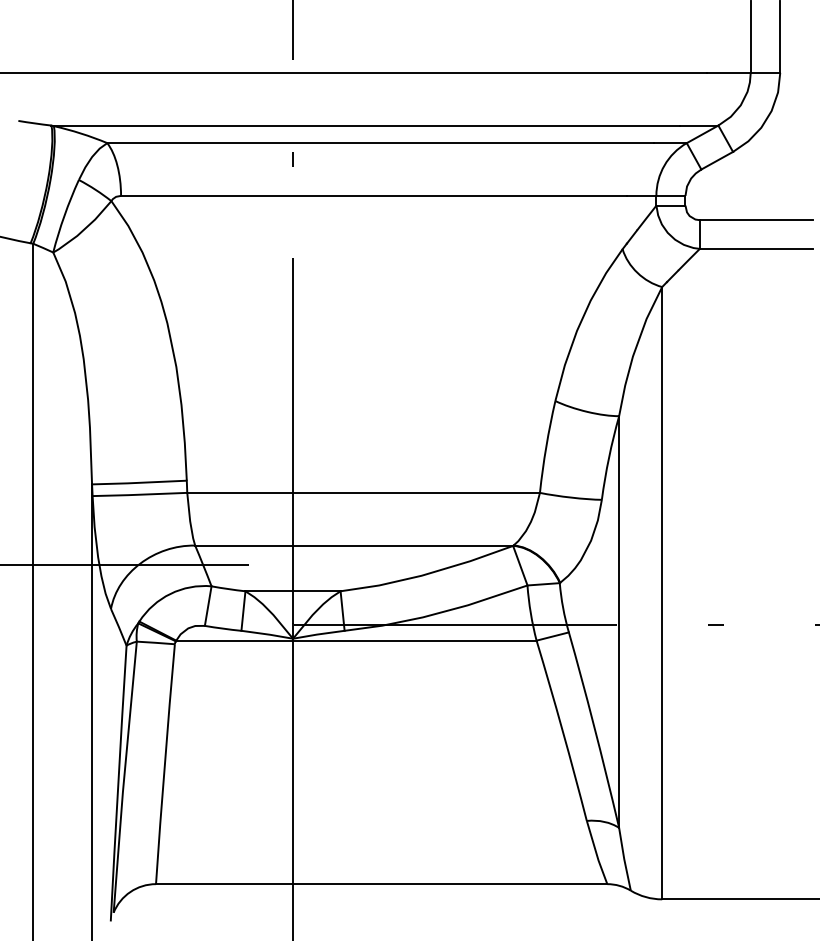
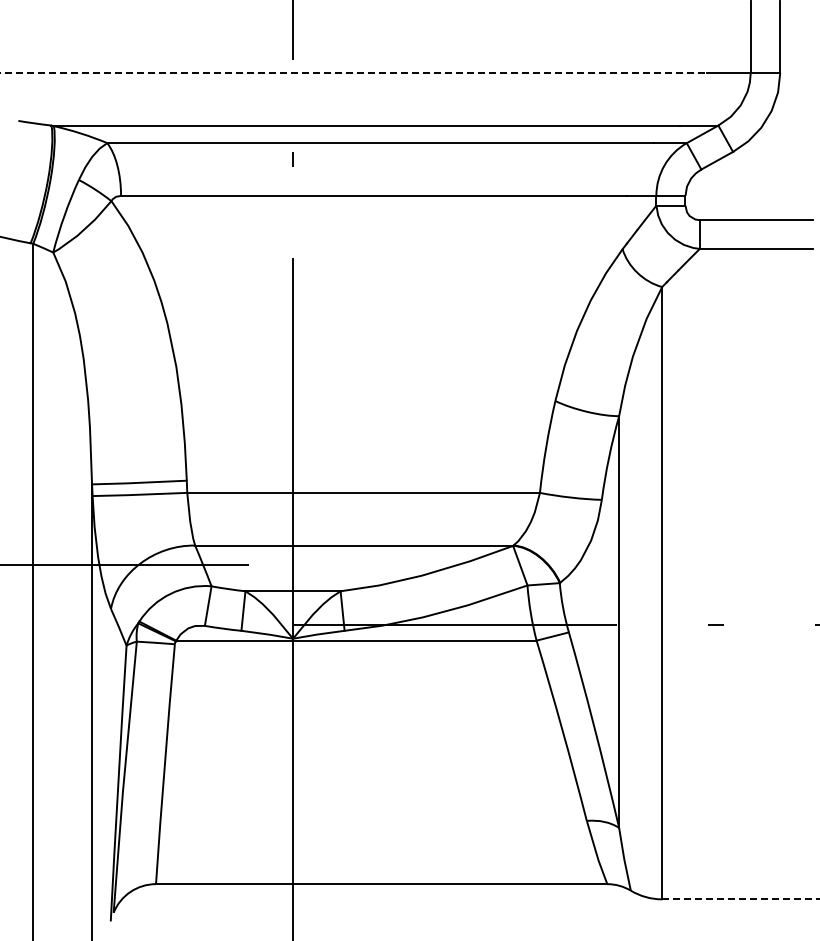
line at (354, 72): solid -> dashed
line at (740, 899): solid -> dashed
